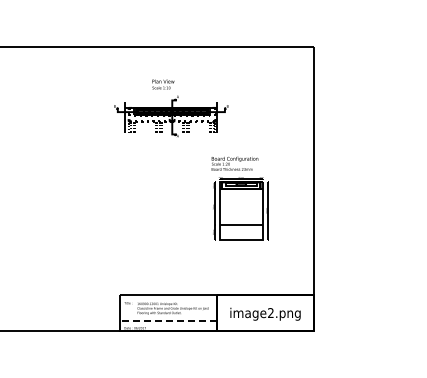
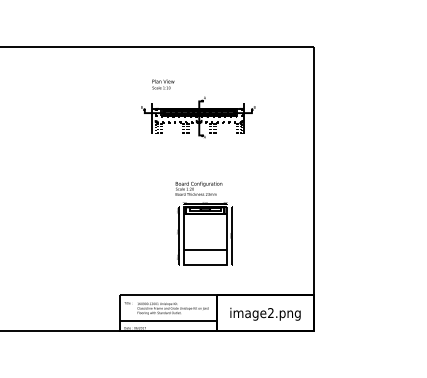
part at (171, 116) position: (171, 116) -> (198, 117)
part at (239, 198) position: (239, 198) -> (203, 223)
line at (168, 320): dashed -> solid
